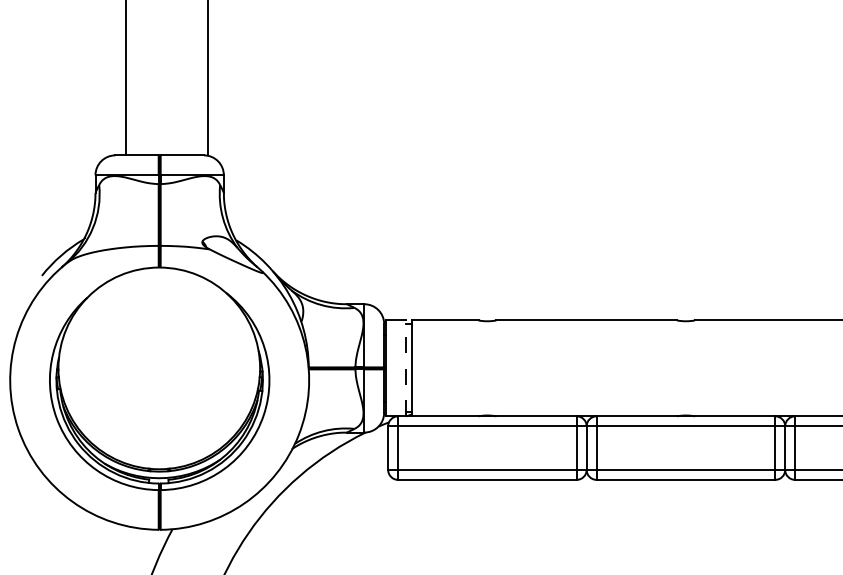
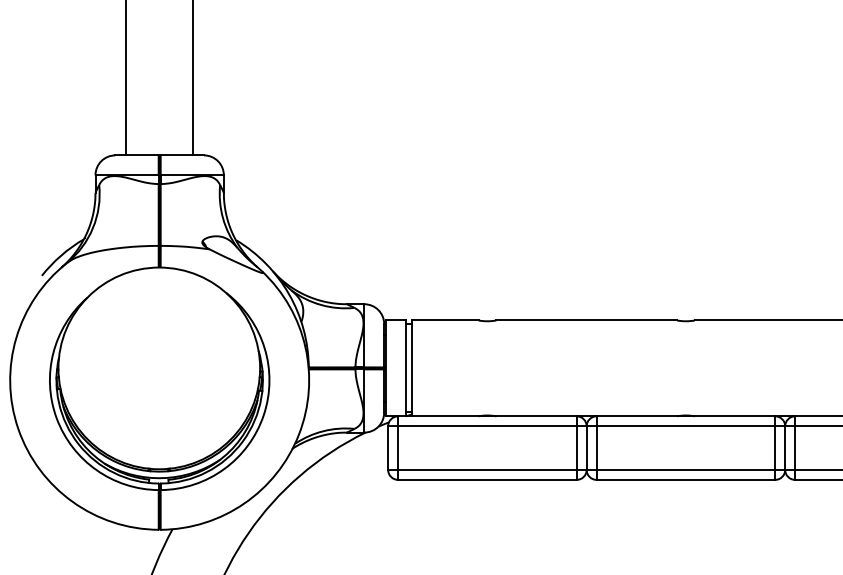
line at (208, 78) position: (208, 78) -> (193, 78)
line at (406, 368): dashed -> solid
